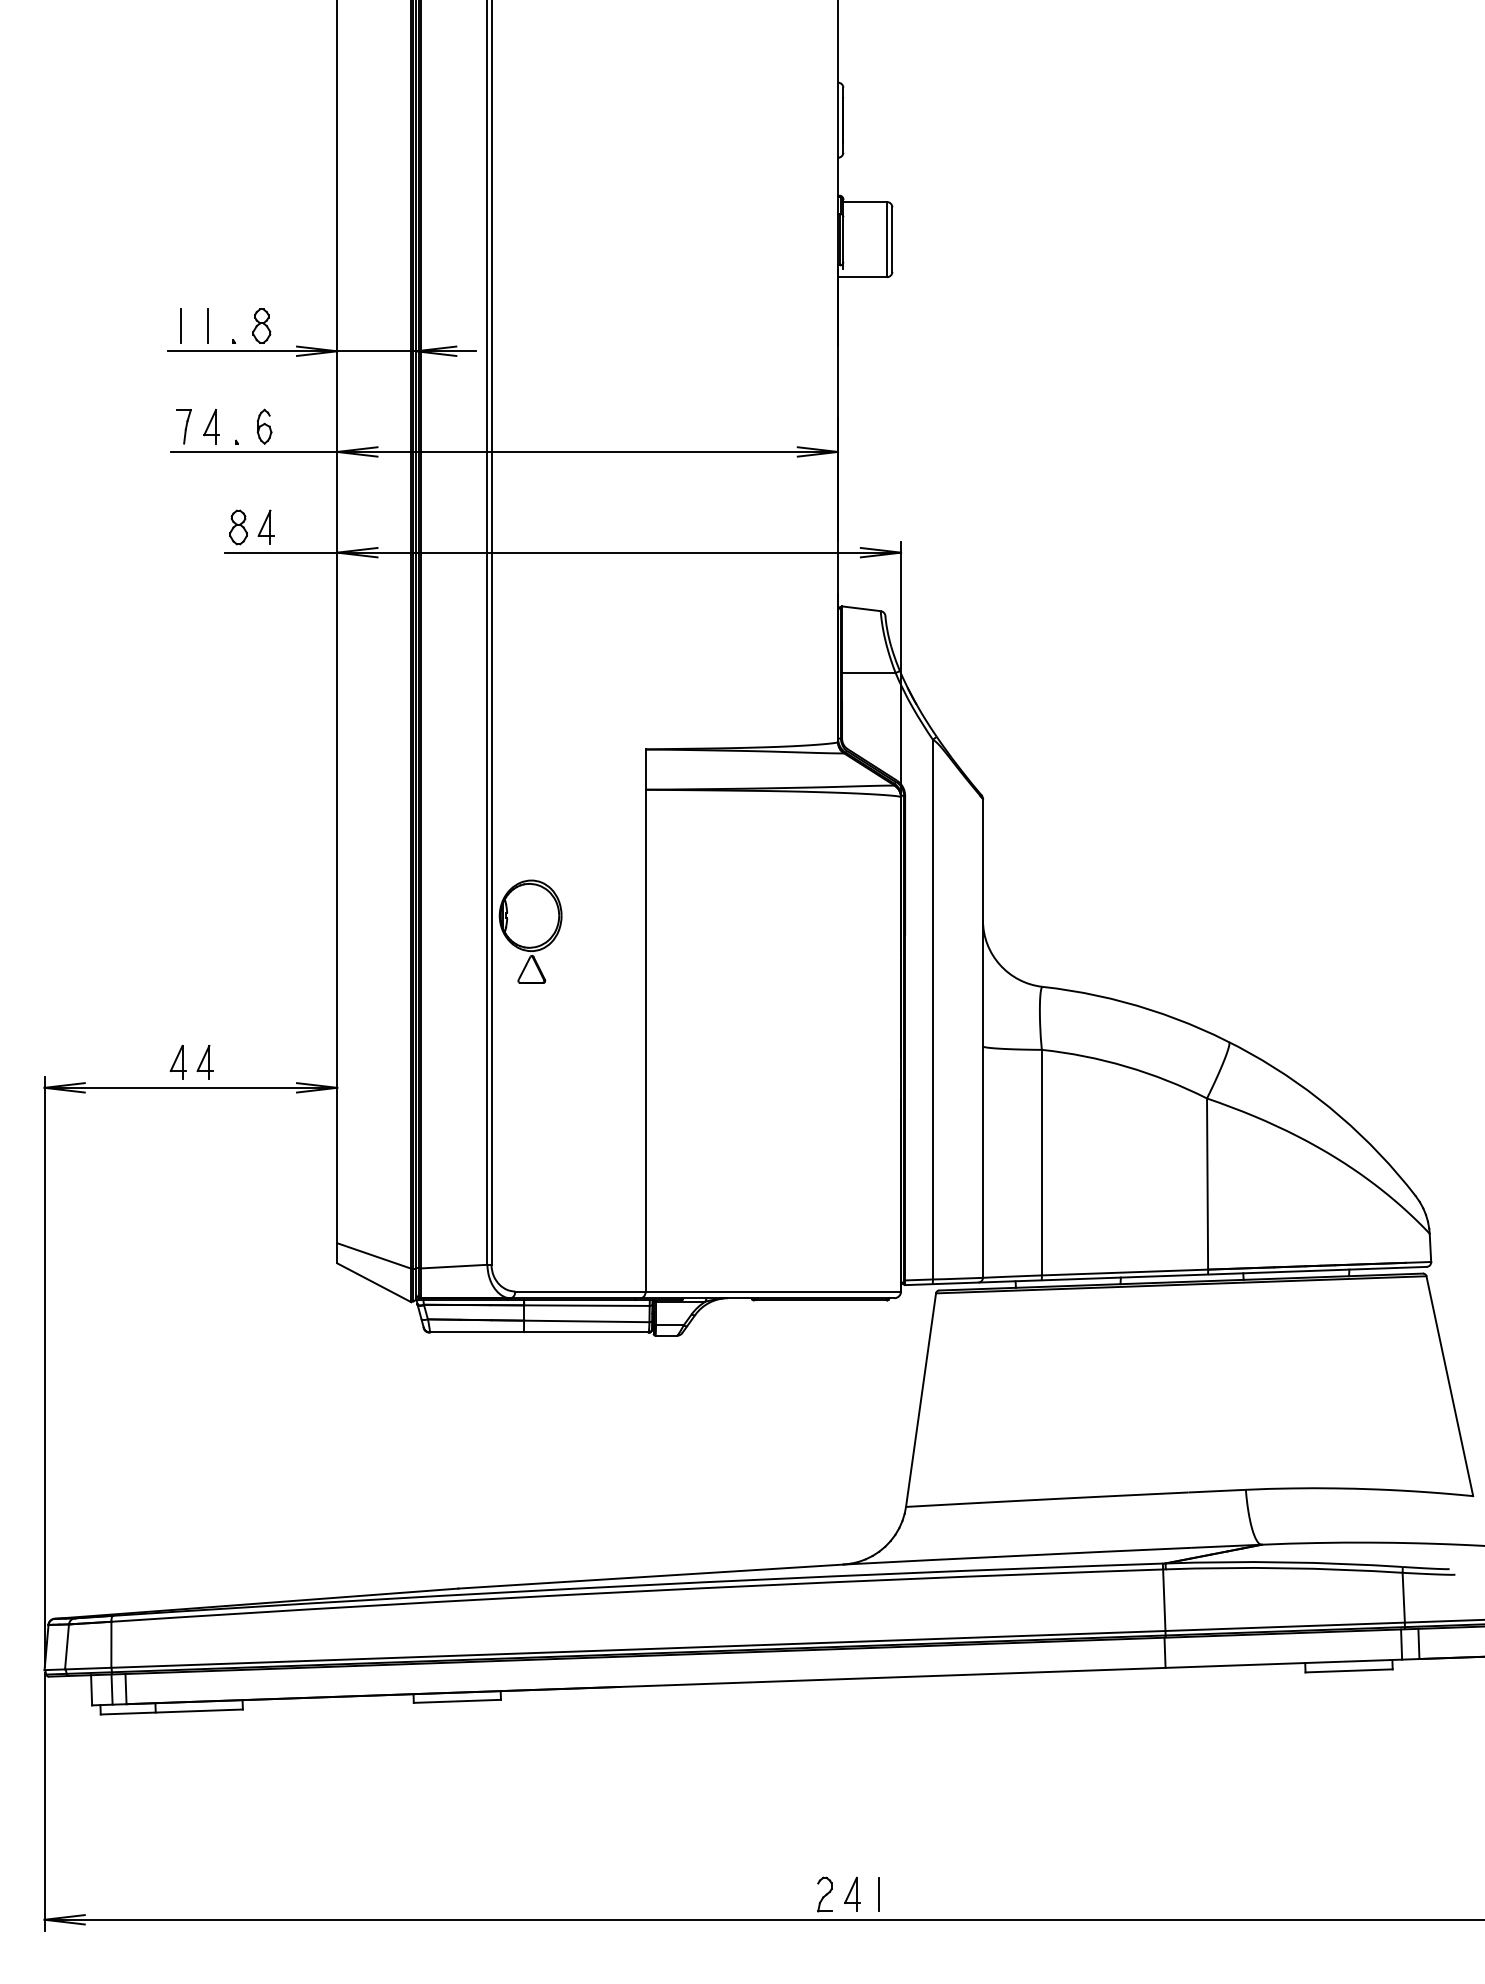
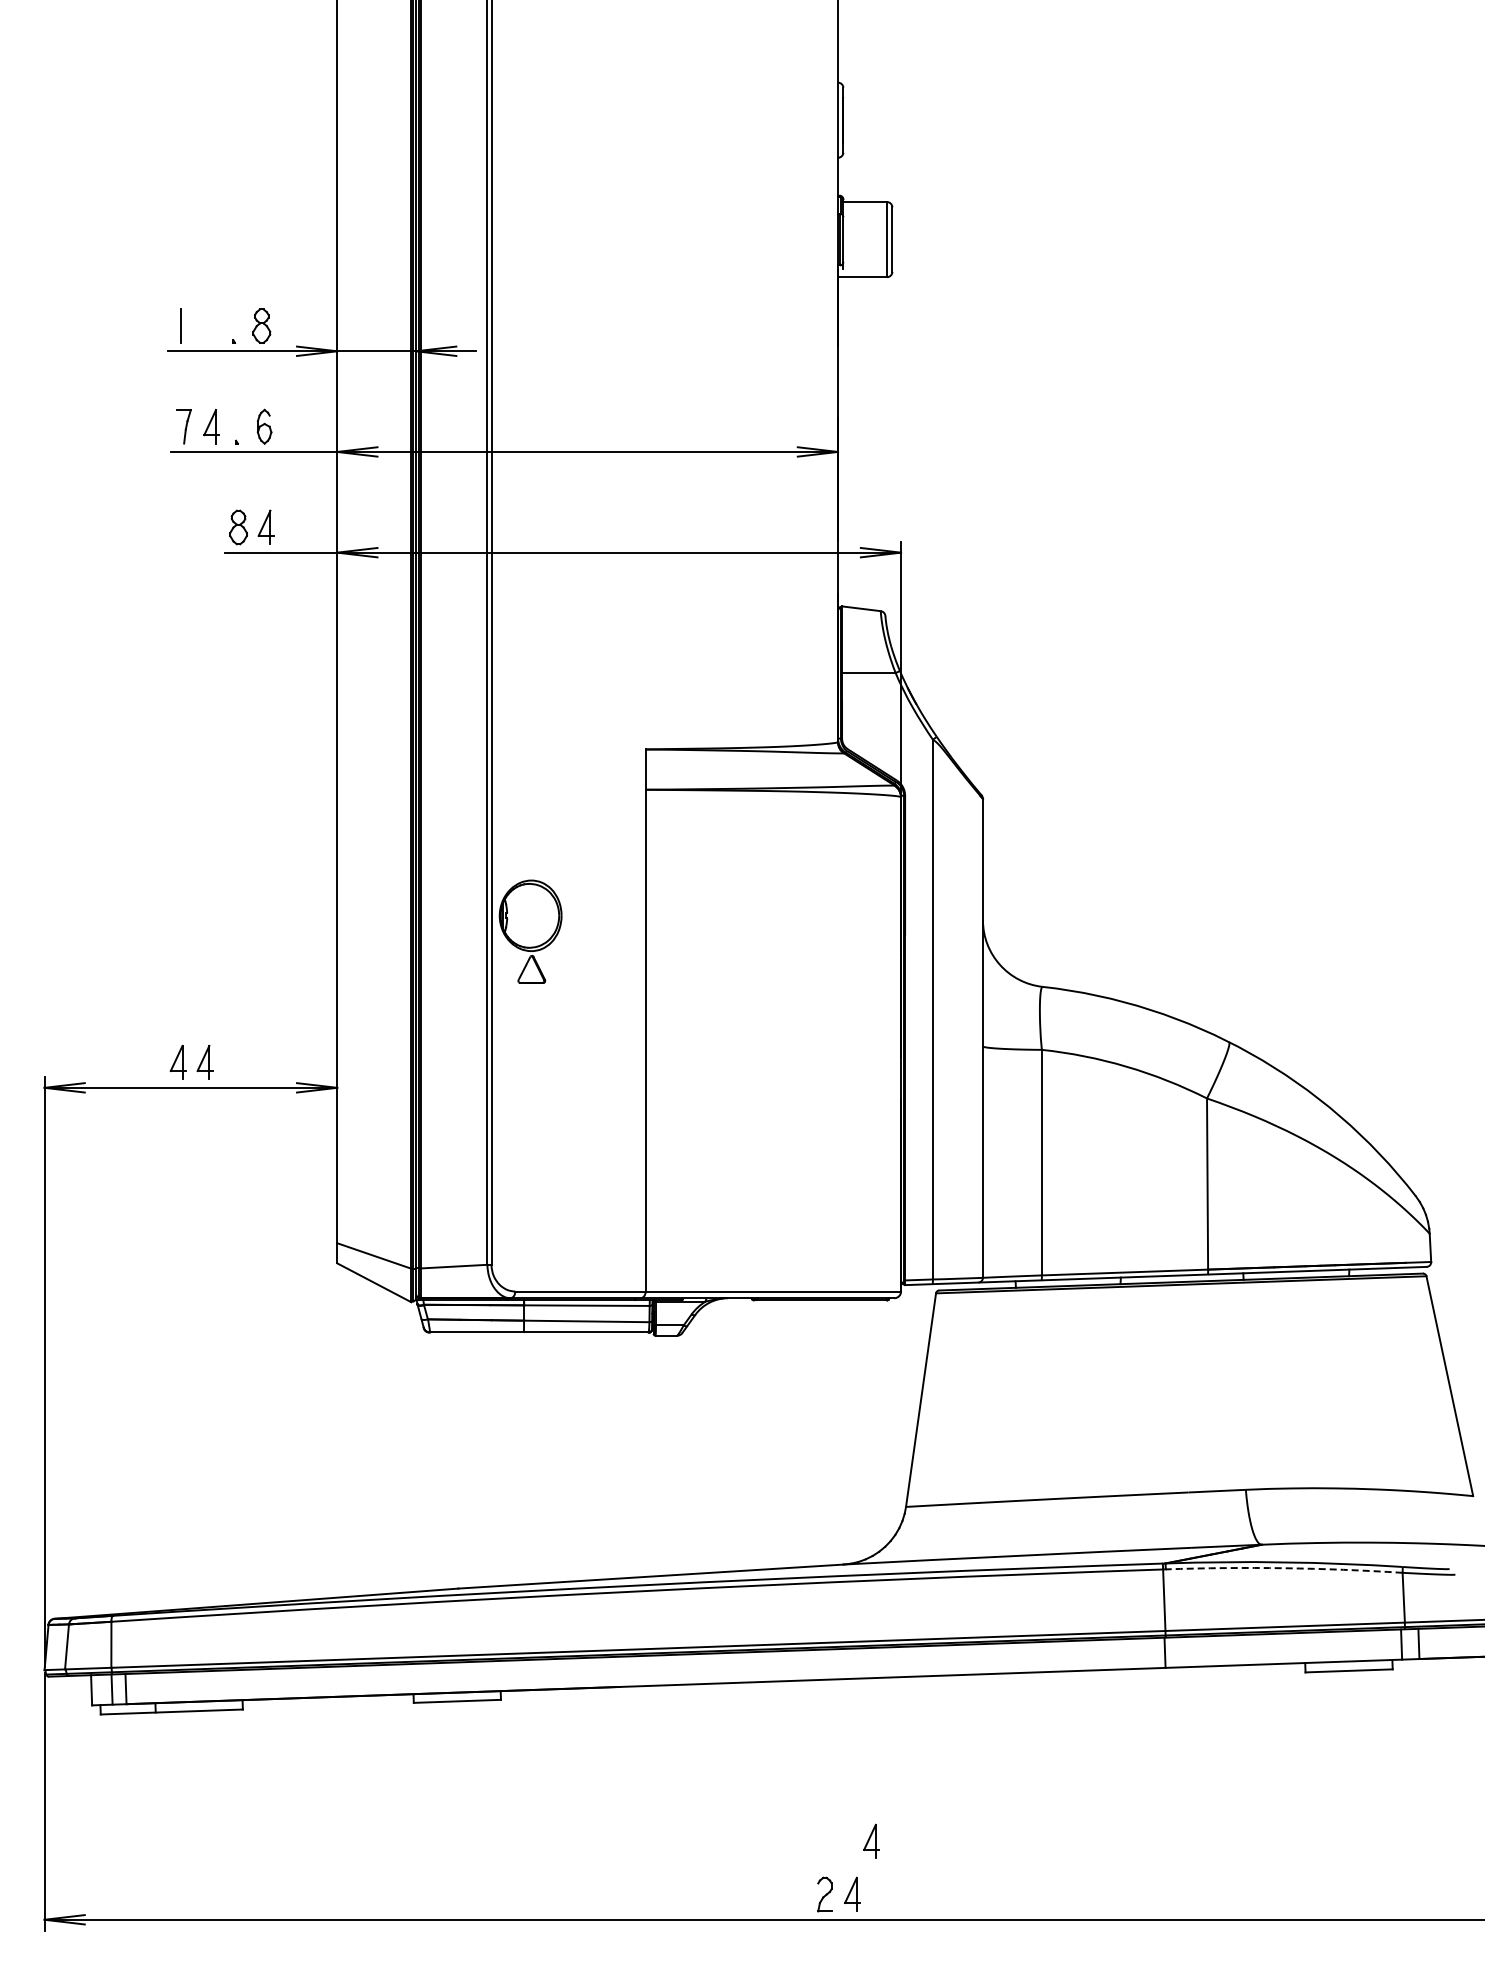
line at (208, 325): present -> none
arc at (1284, 1568): solid -> dashed
part at (871, 1840): none -> present
line at (878, 1894): present -> none
